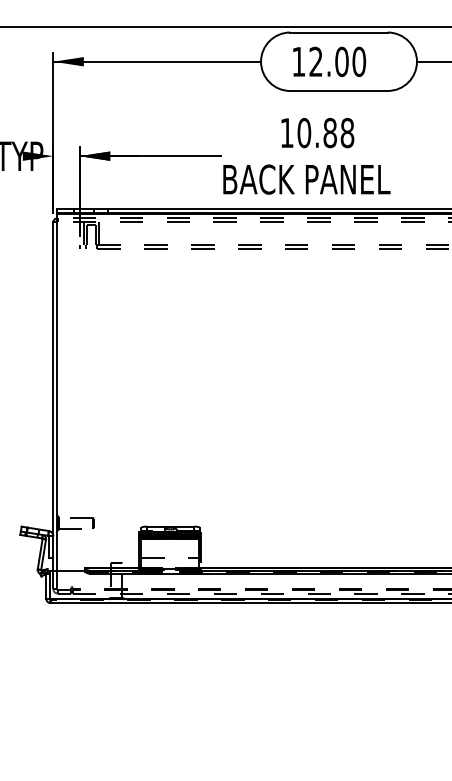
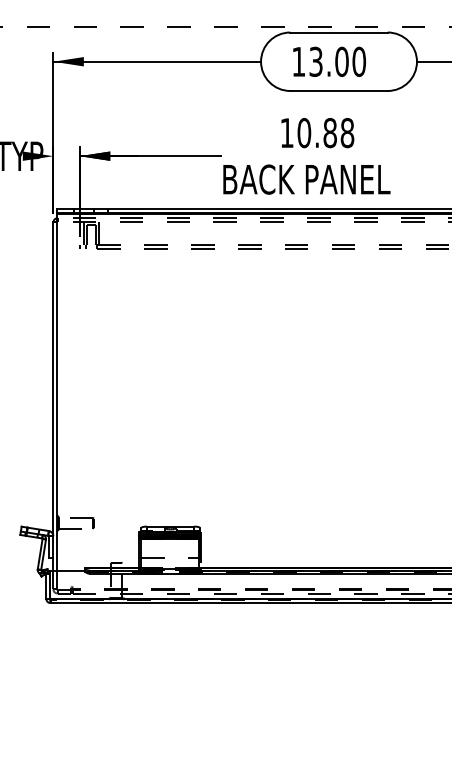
line at (226, 26): solid -> dashed
text at (315, 61): 12.00 -> 13.00
